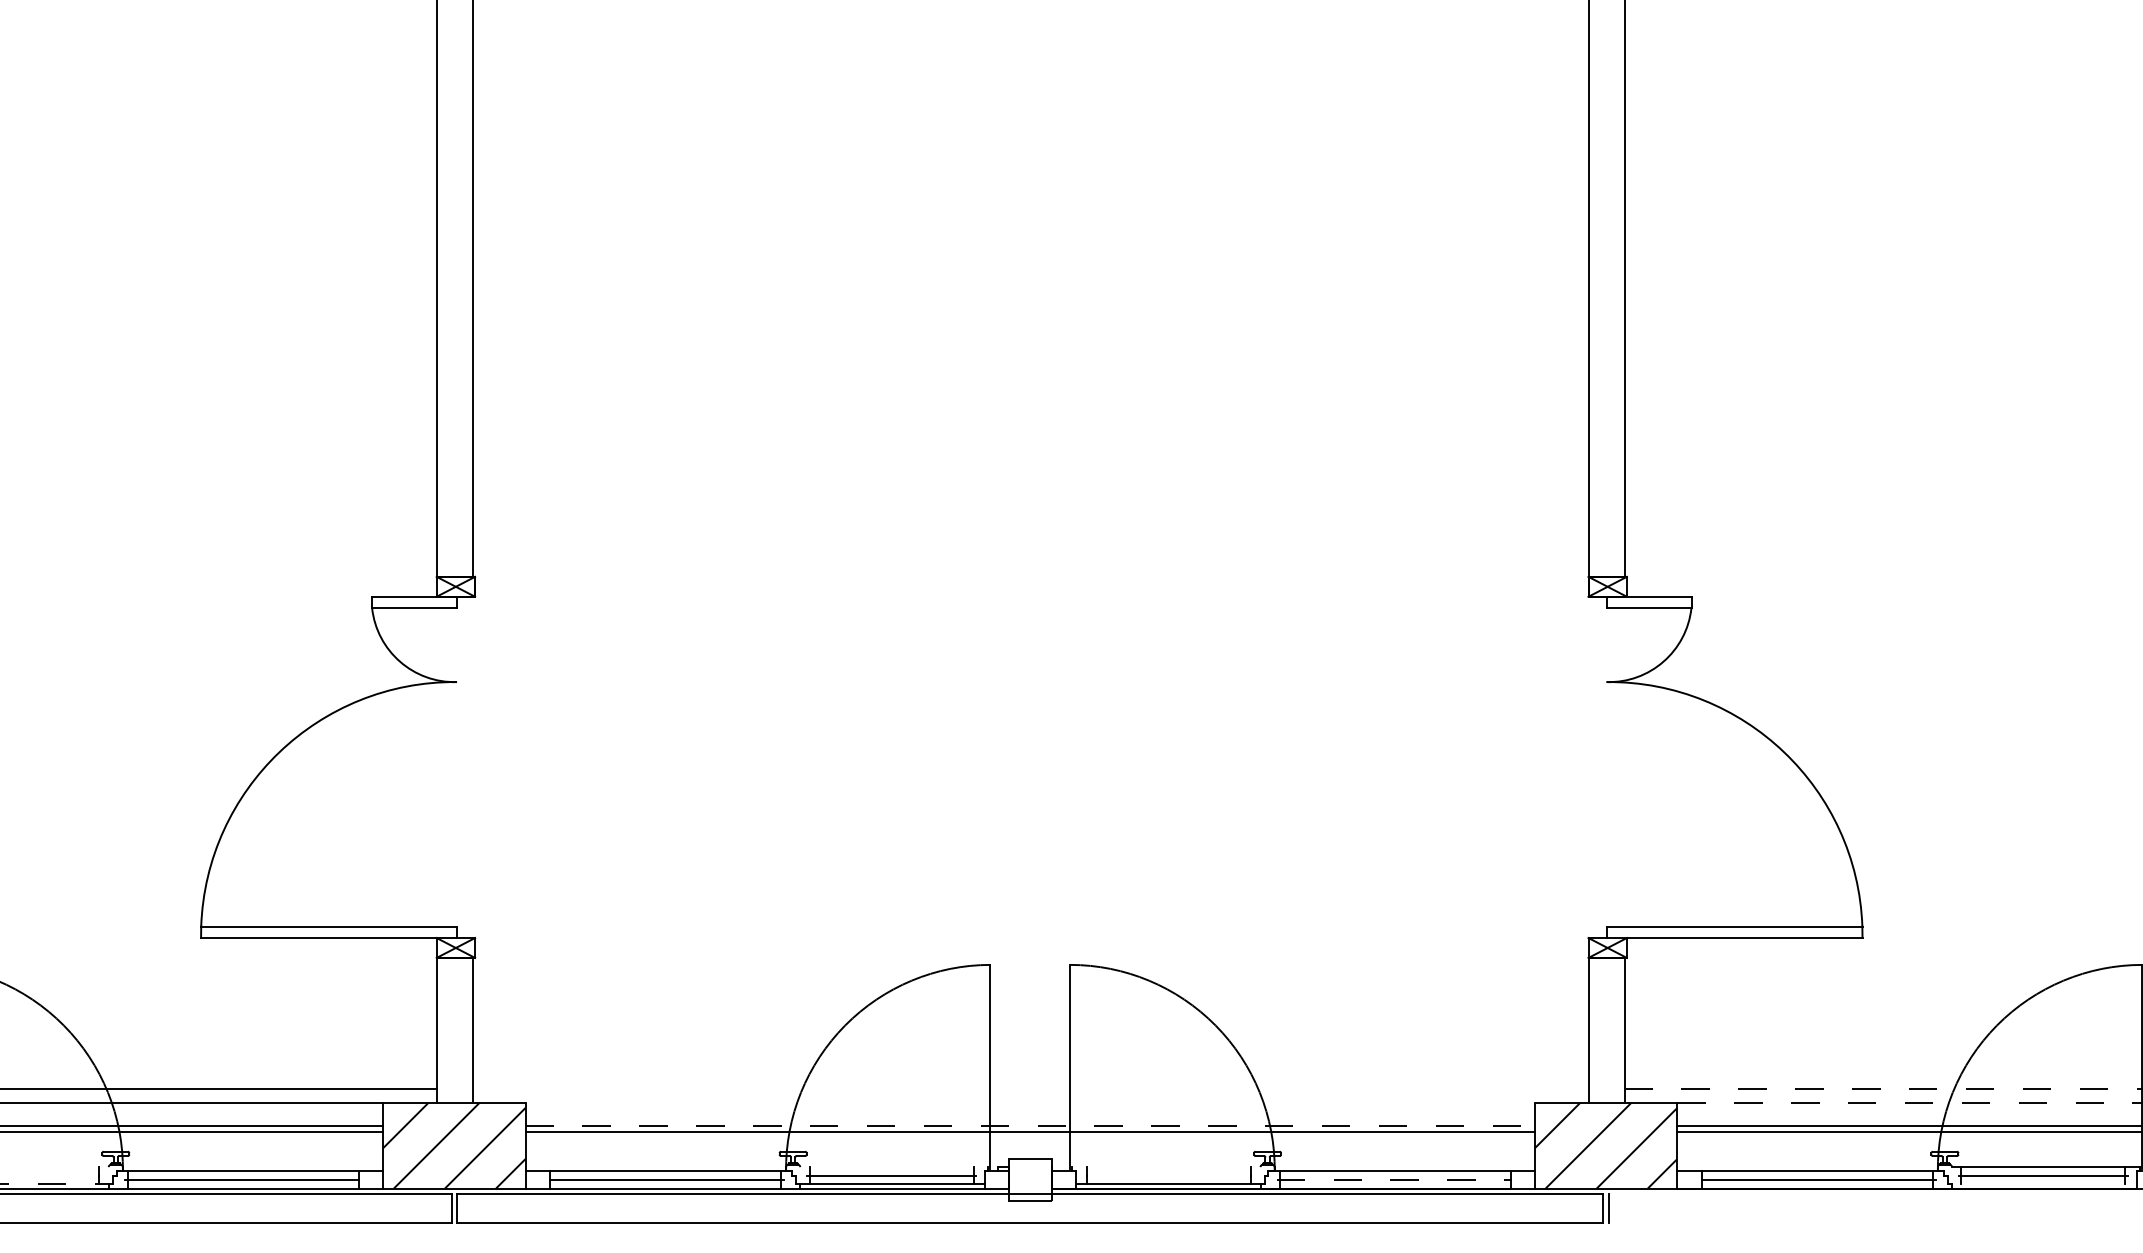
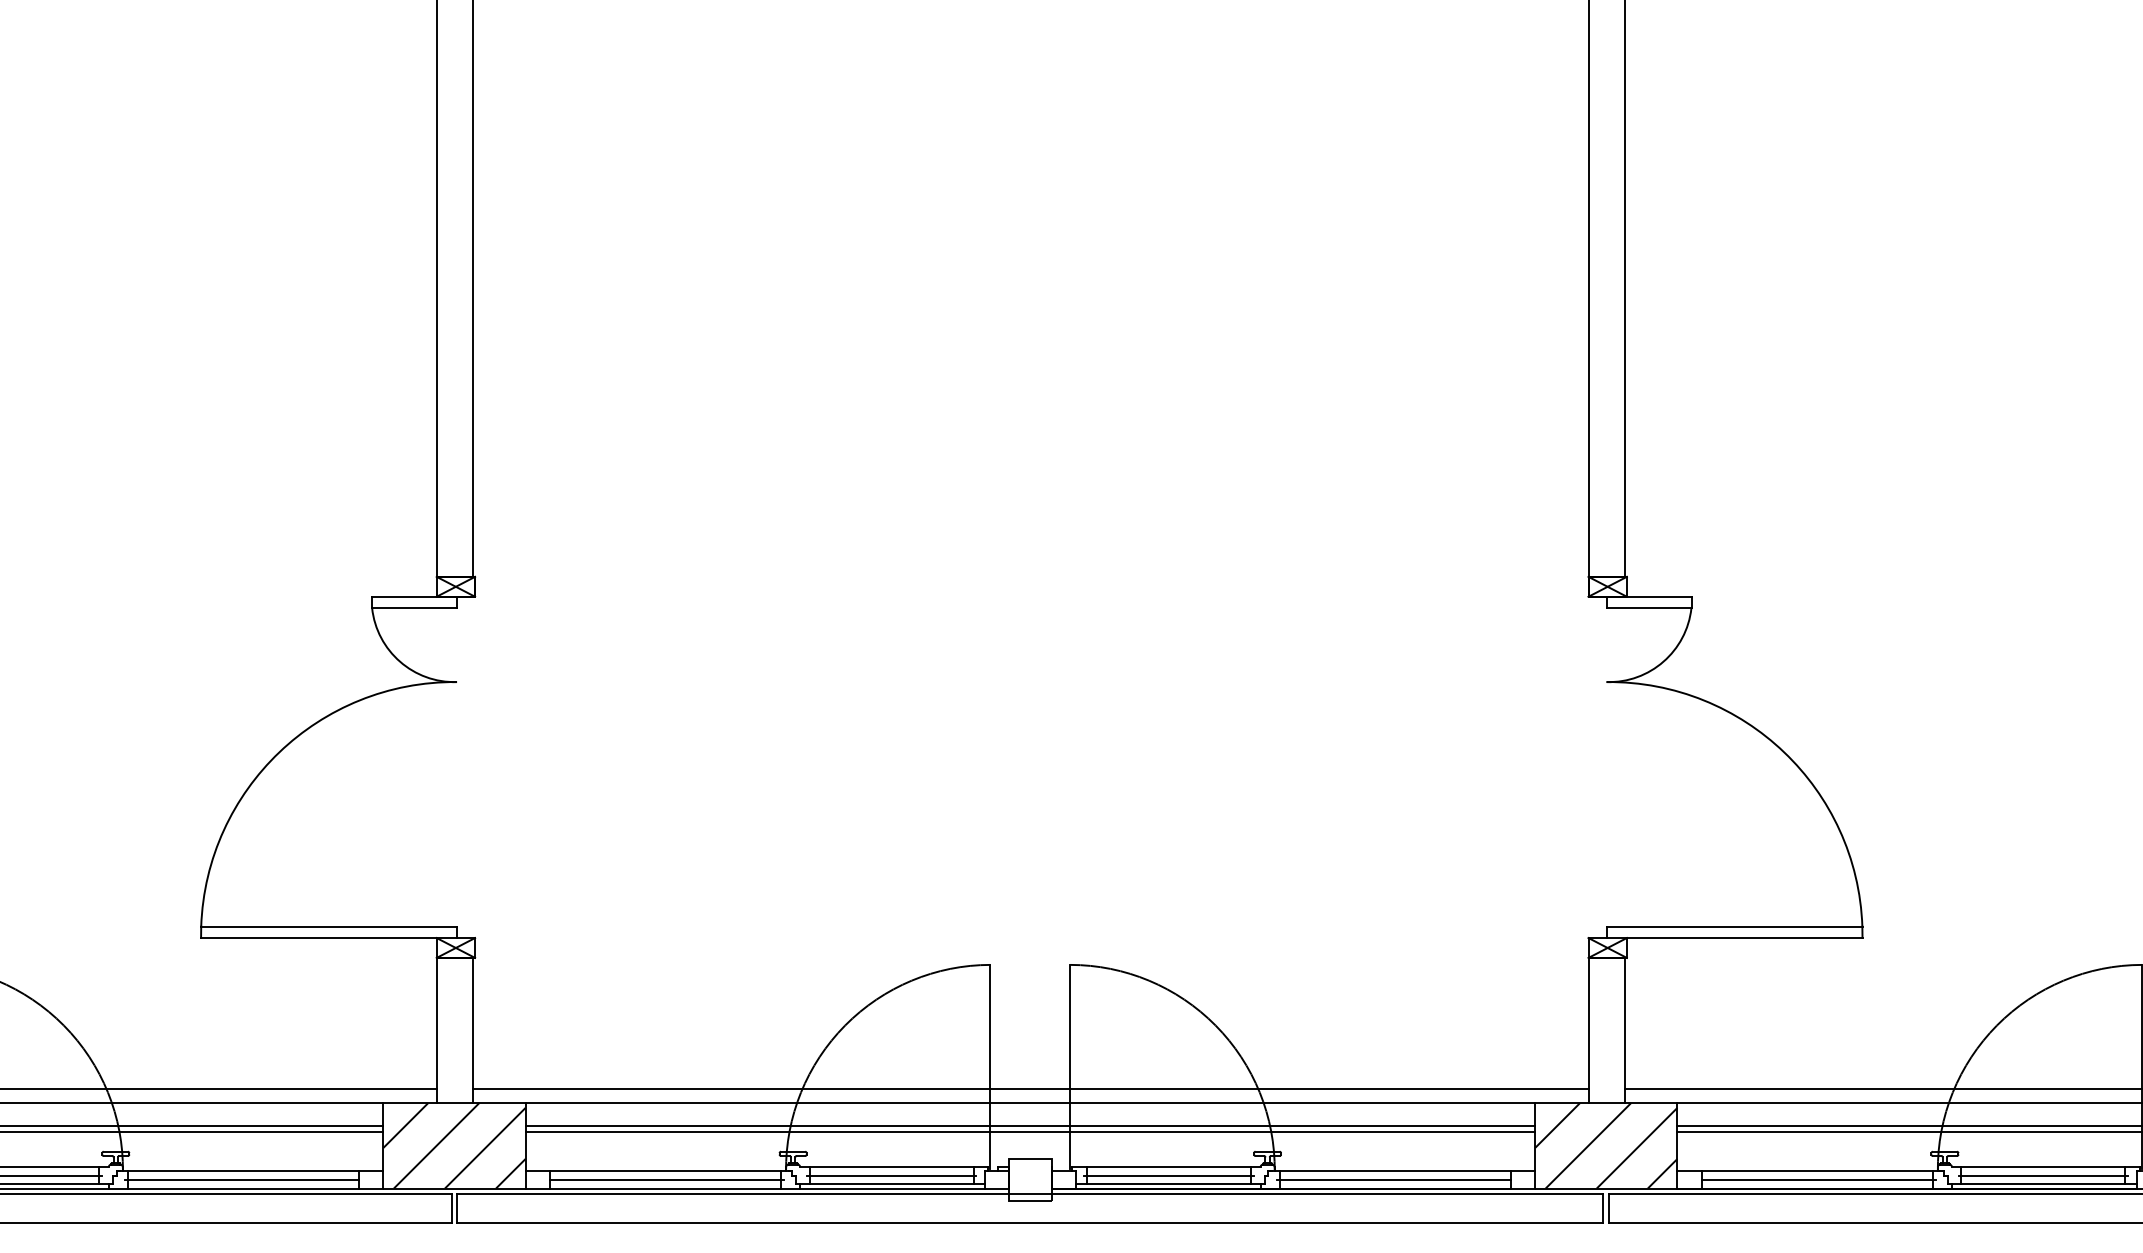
line at (1030, 1088): none -> present
line at (1883, 1088): dashed -> solid
line at (1030, 1103): none -> present
line at (1910, 1103): dashed -> solid
line at (1030, 1125): dashed -> solid
line at (55, 1167): none -> present
line at (894, 1167): none -> present
line at (1166, 1167): none -> present
line at (52, 1175): none -> present
line at (1168, 1175): none -> present
line at (1394, 1179): dashed -> solid
line at (54, 1184): dashed -> solid
line at (2044, 1184): none -> present
line at (1874, 1194): none -> present
line at (1874, 1222): none -> present
